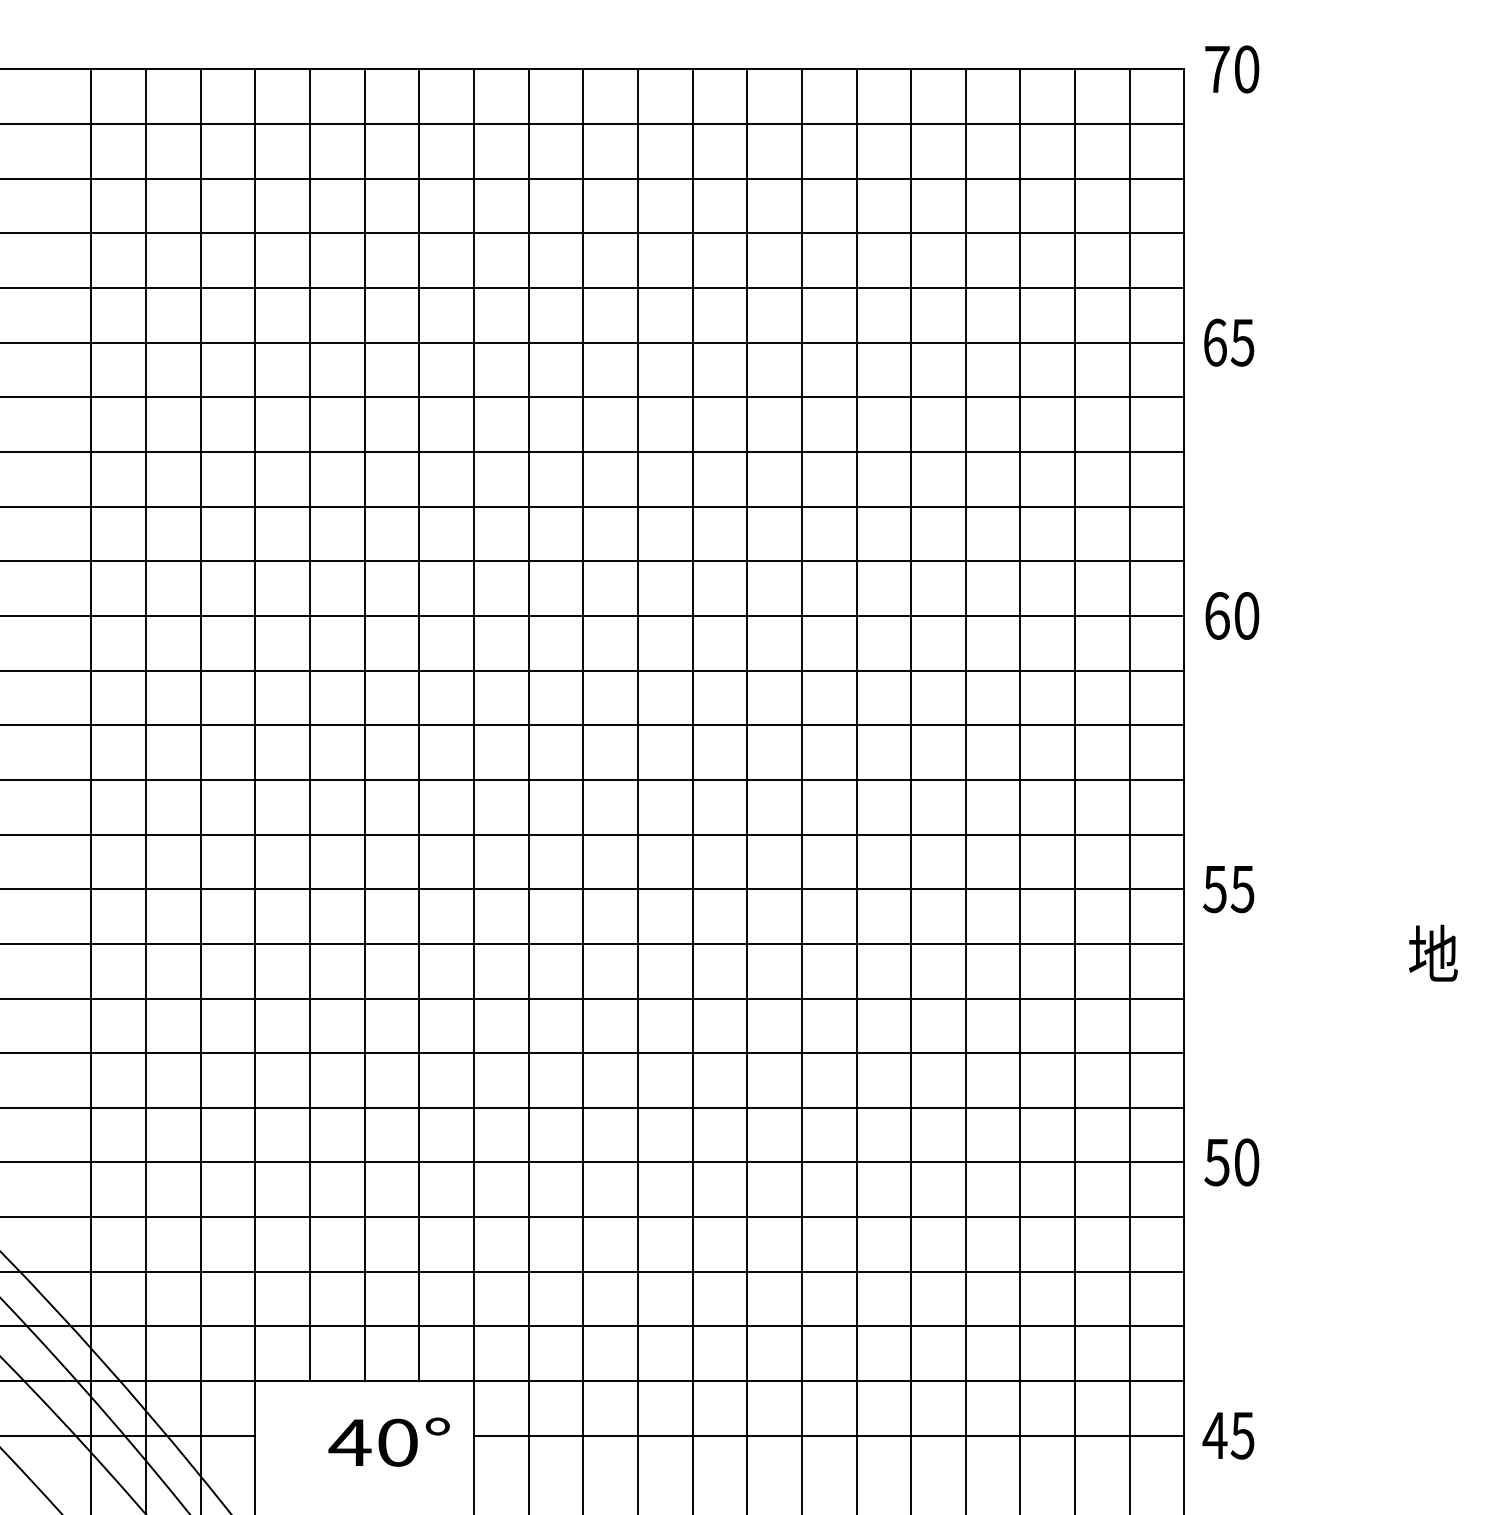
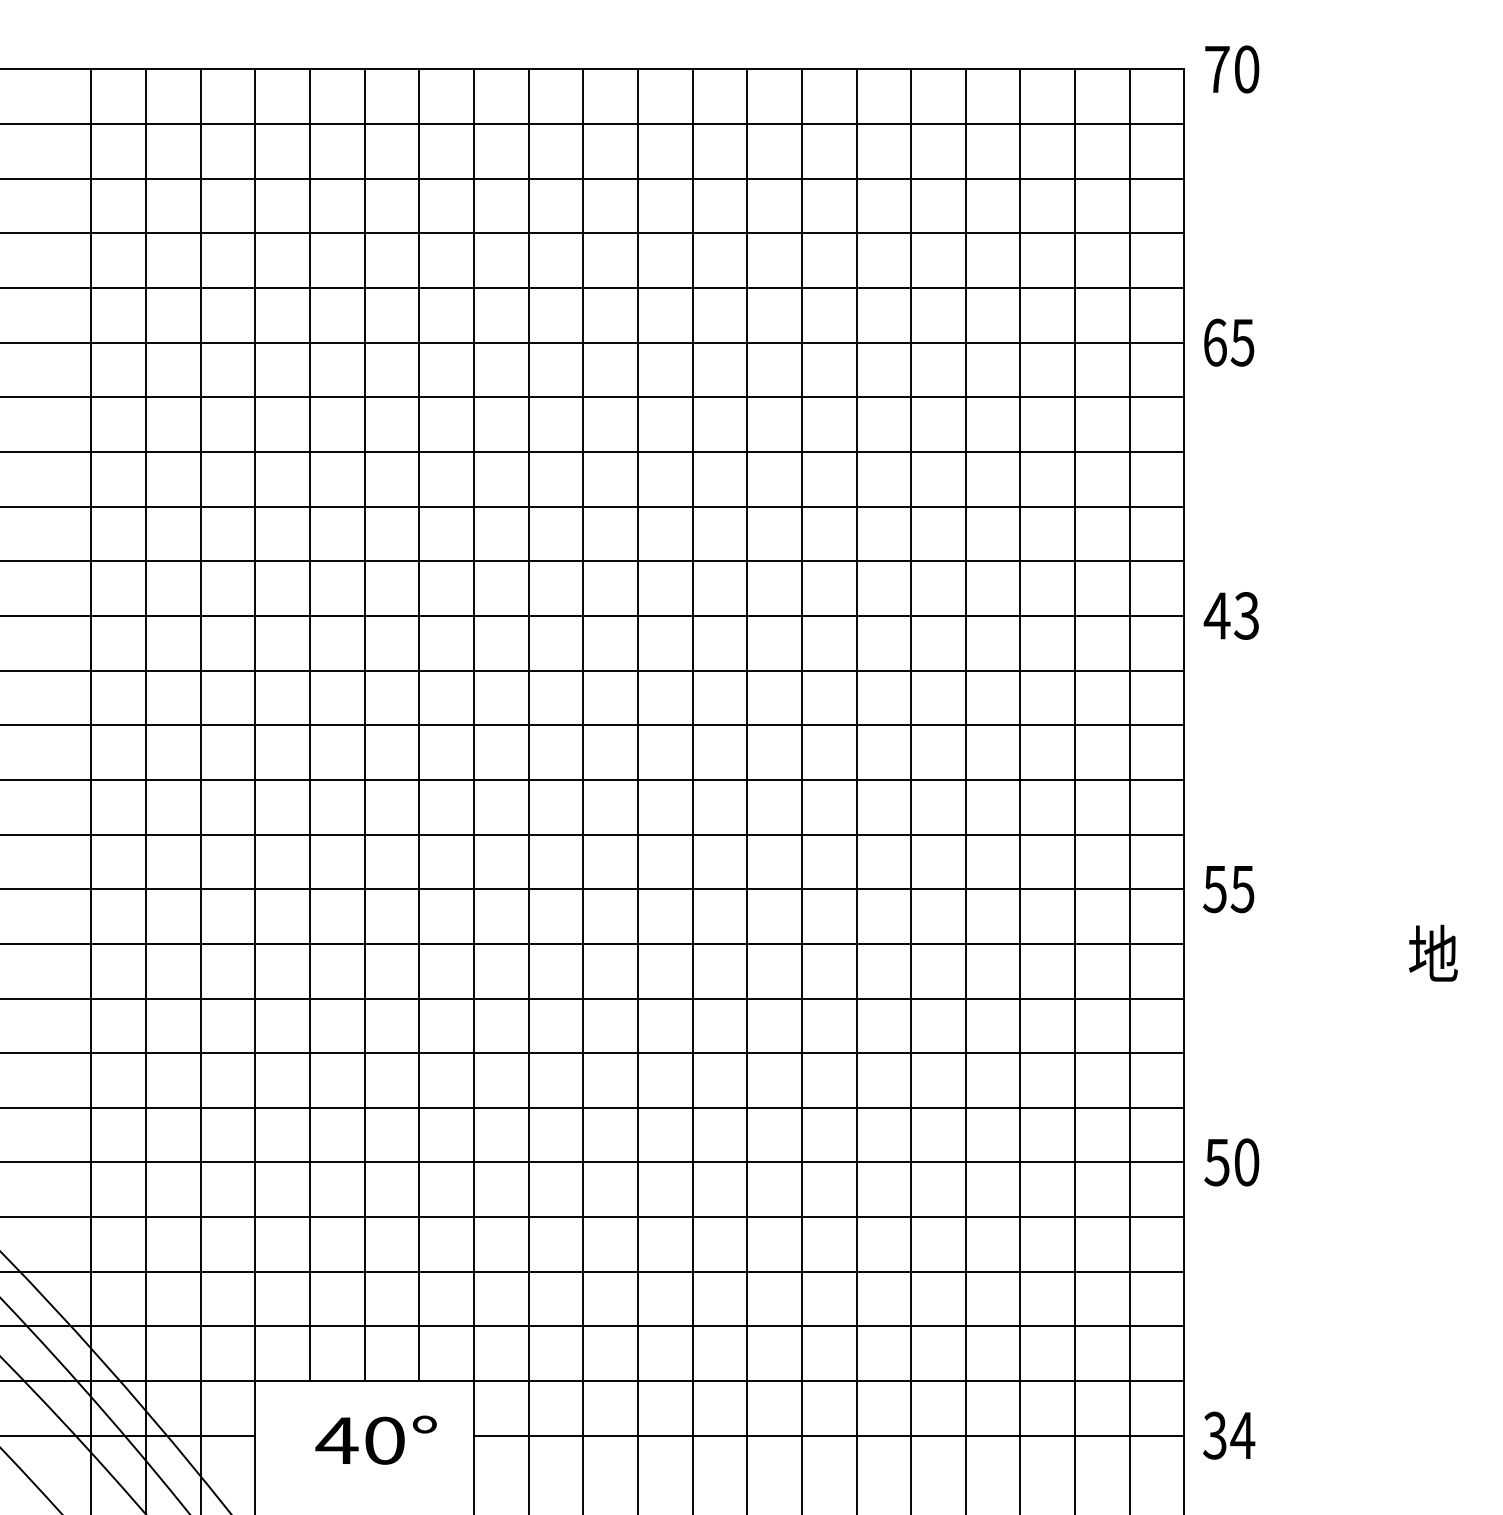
text at (1231, 615): 60 -> 43
text at (1228, 1435): 45 -> 34
text at (388, 1441) position: (388, 1441) -> (375, 1439)
